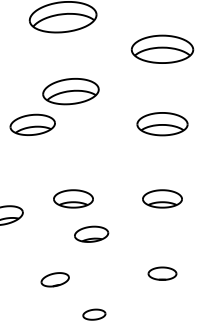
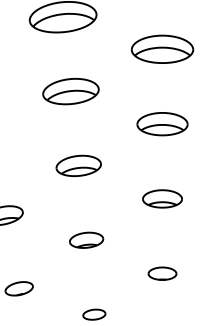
part at (32, 124) position: (32, 124) -> (78, 165)
part at (73, 198): present -> none
part at (91, 233) position: (91, 233) -> (86, 239)
part at (54, 279) position: (54, 279) -> (18, 288)
